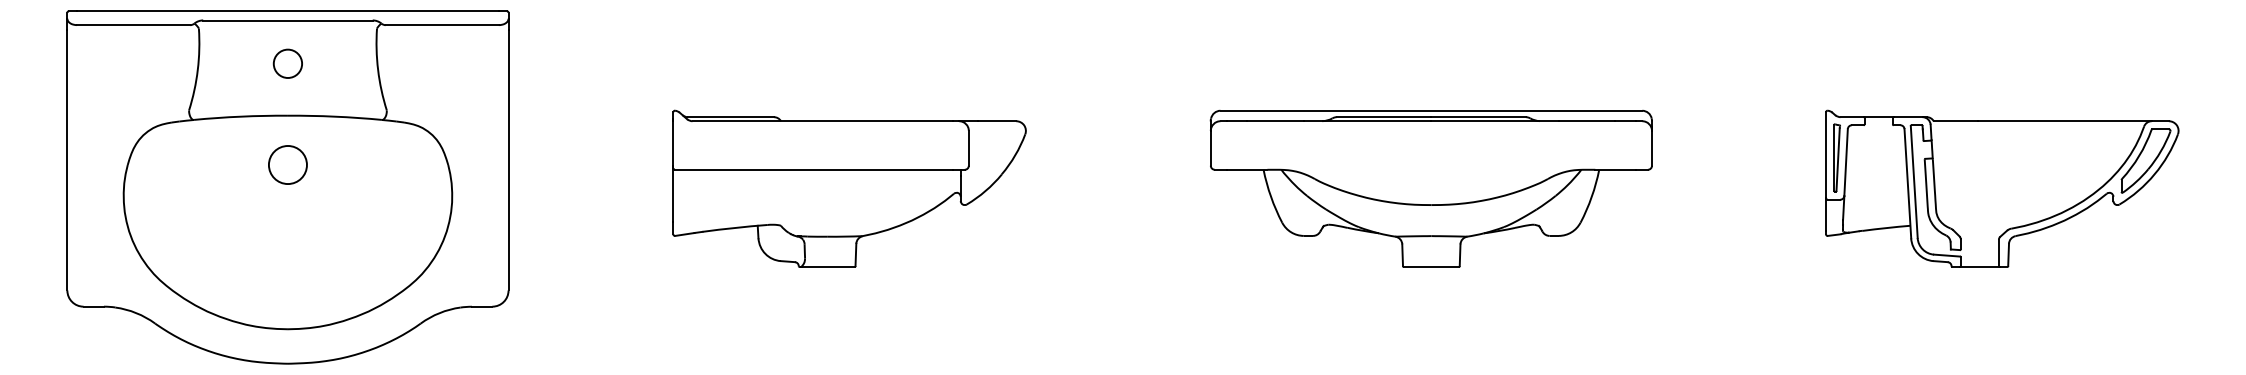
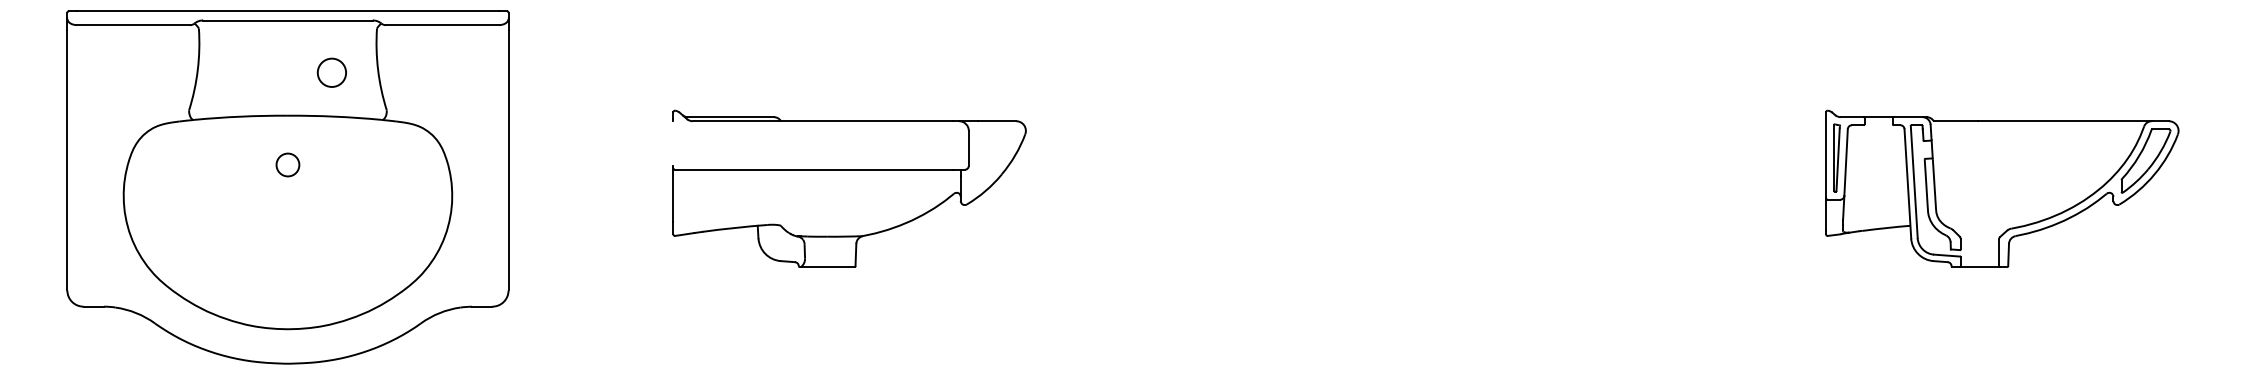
circle at (287, 63) position: (287, 63) -> (331, 72)
line at (673, 143): present -> none
circle at (287, 164) diameter: 38 px -> 23 px
part at (1430, 188): present -> none
